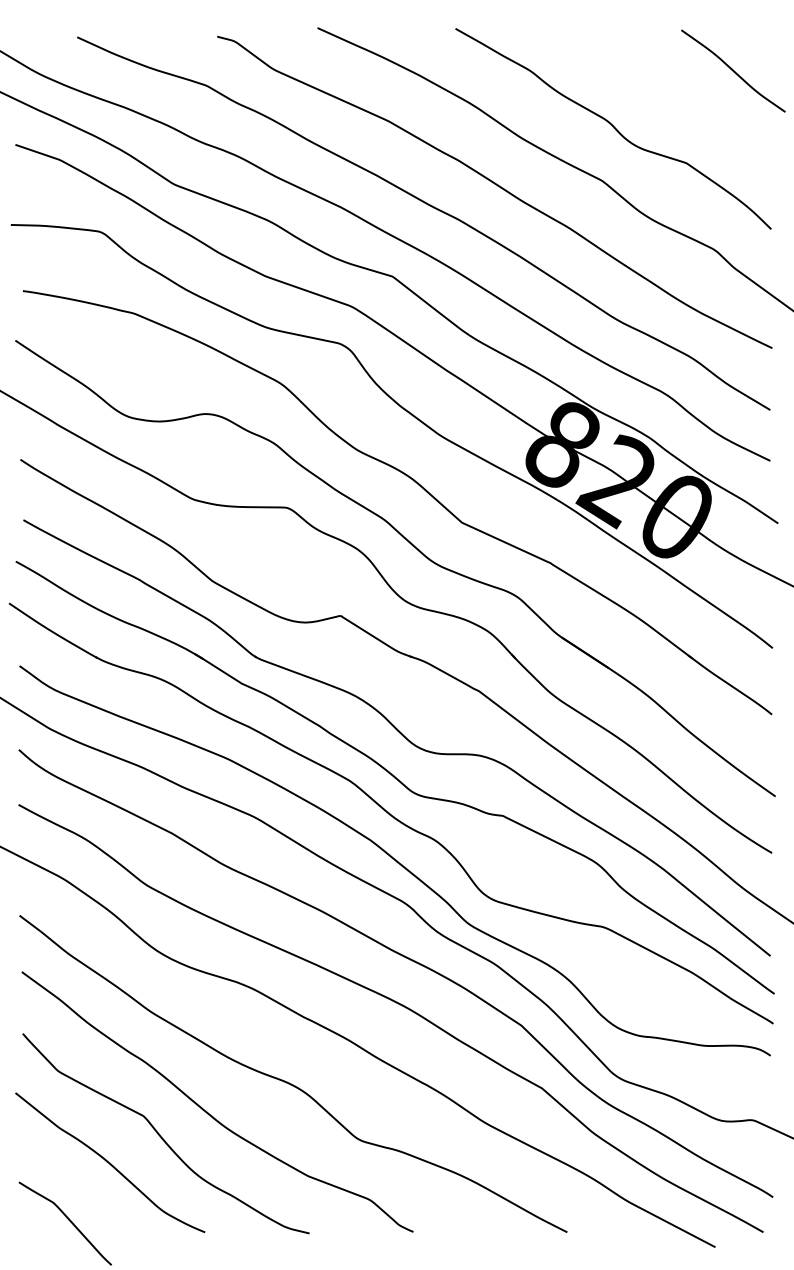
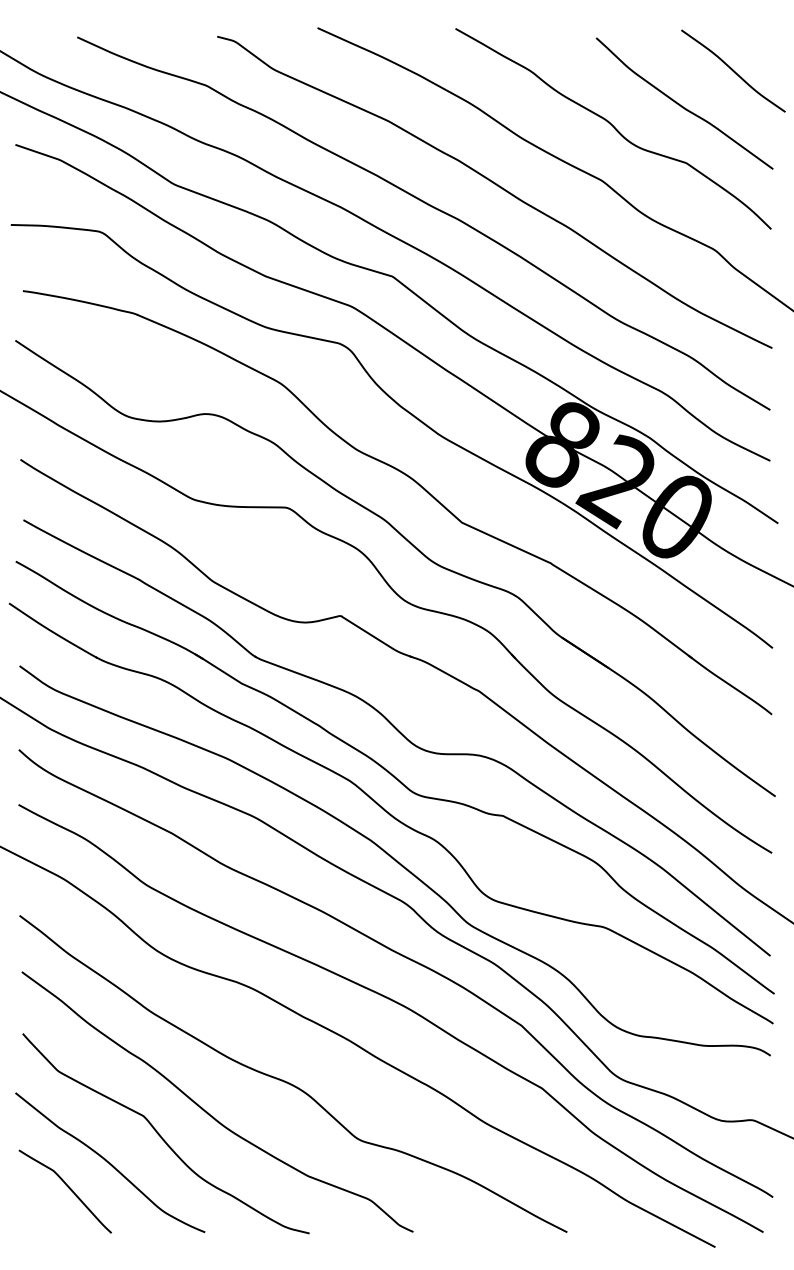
curve at (682, 105): none -> present
curve at (67, 1219) position: (67, 1219) -> (67, 1187)
